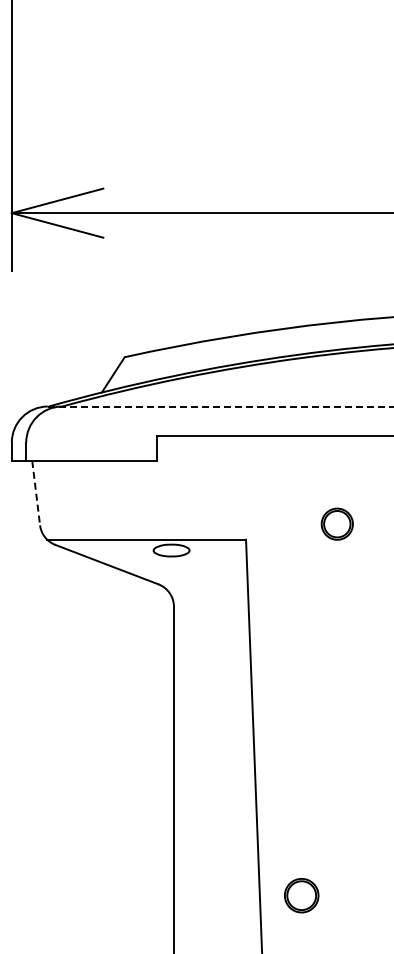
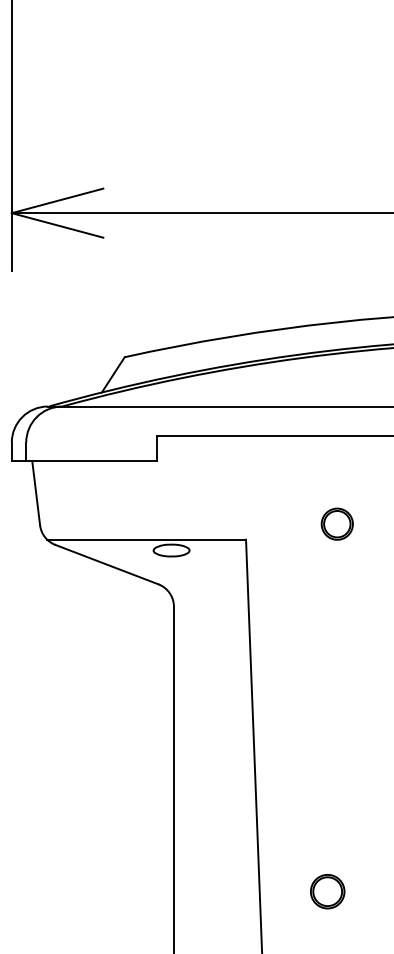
line at (220, 406): dashed -> solid
line at (36, 493): dashed -> solid
part at (301, 895) position: (301, 895) -> (327, 891)
